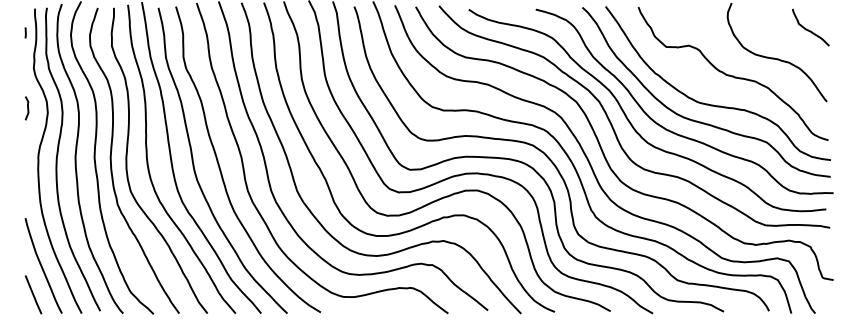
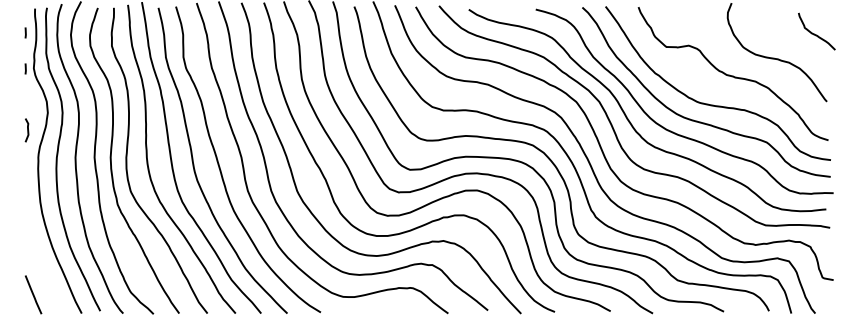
curve at (808, 29) position: (808, 29) -> (814, 33)
line at (25, 68): none -> present
line at (27, 108) position: (27, 108) -> (27, 130)
curve at (42, 265): present -> none
